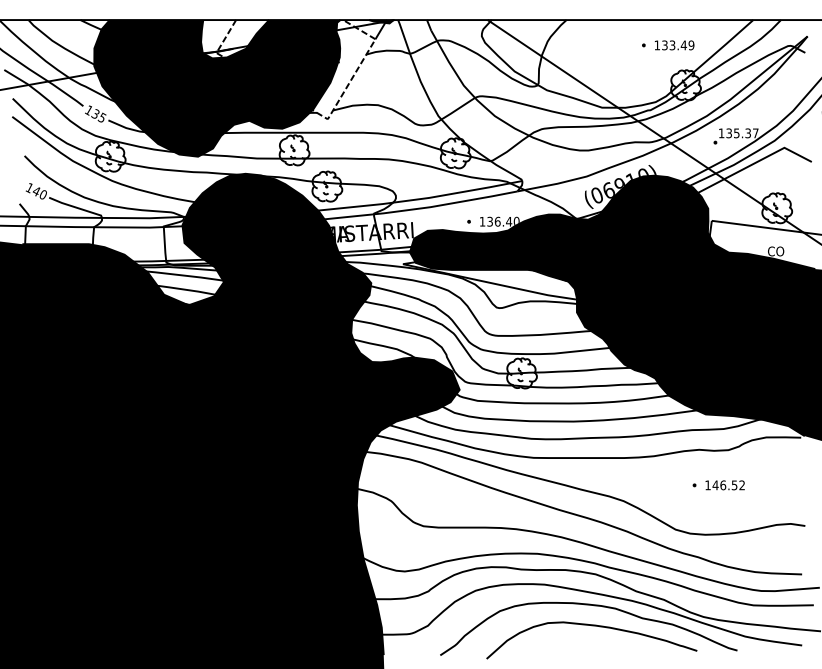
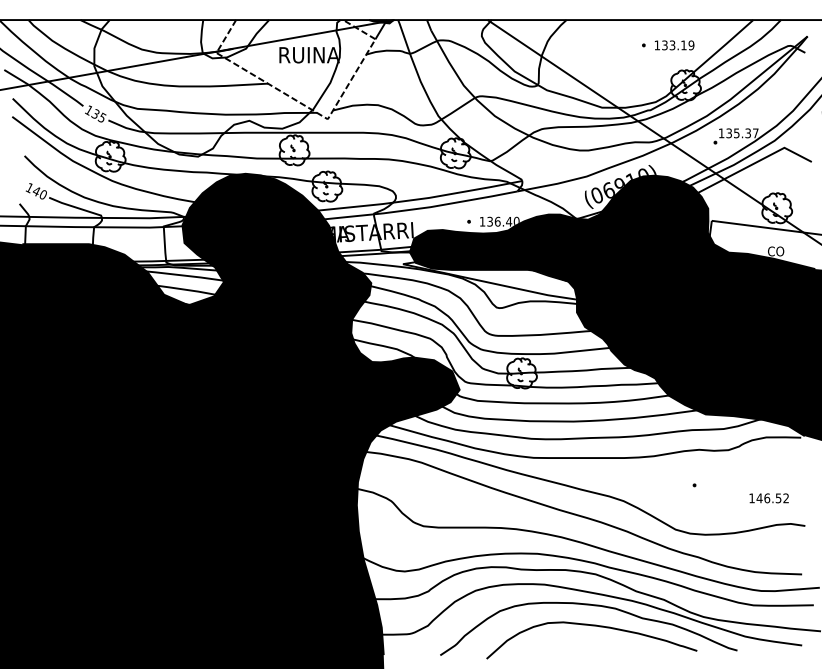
text at (683, 45): 133.49 -> 133.19
fill at (217, 88): present -> none
text at (724, 485) position: (724, 485) -> (768, 498)
